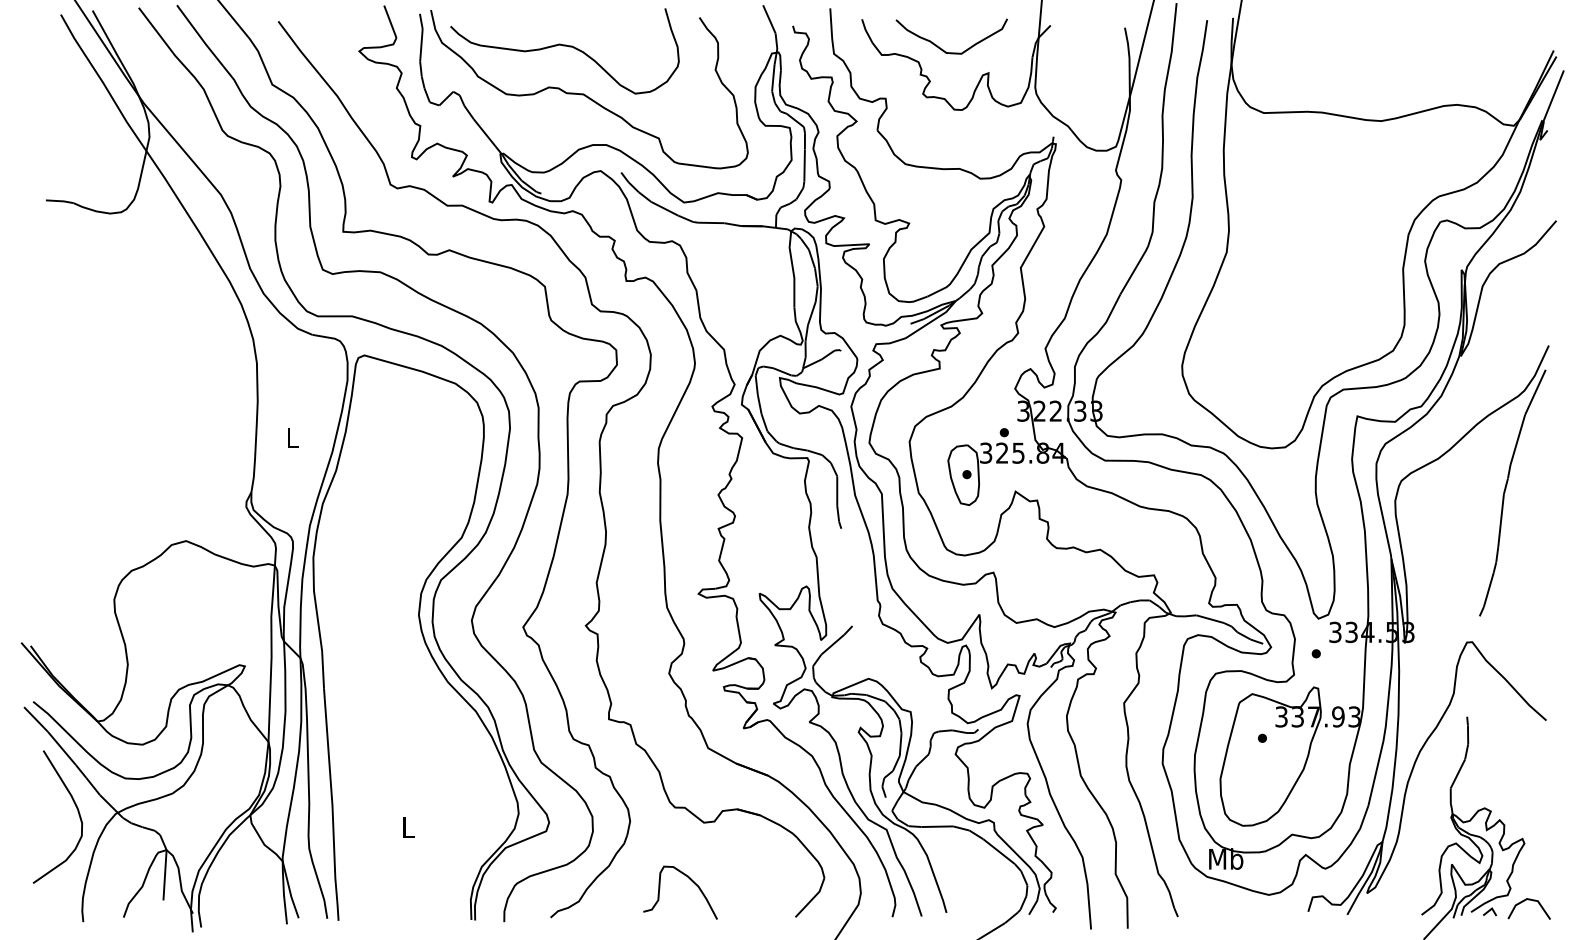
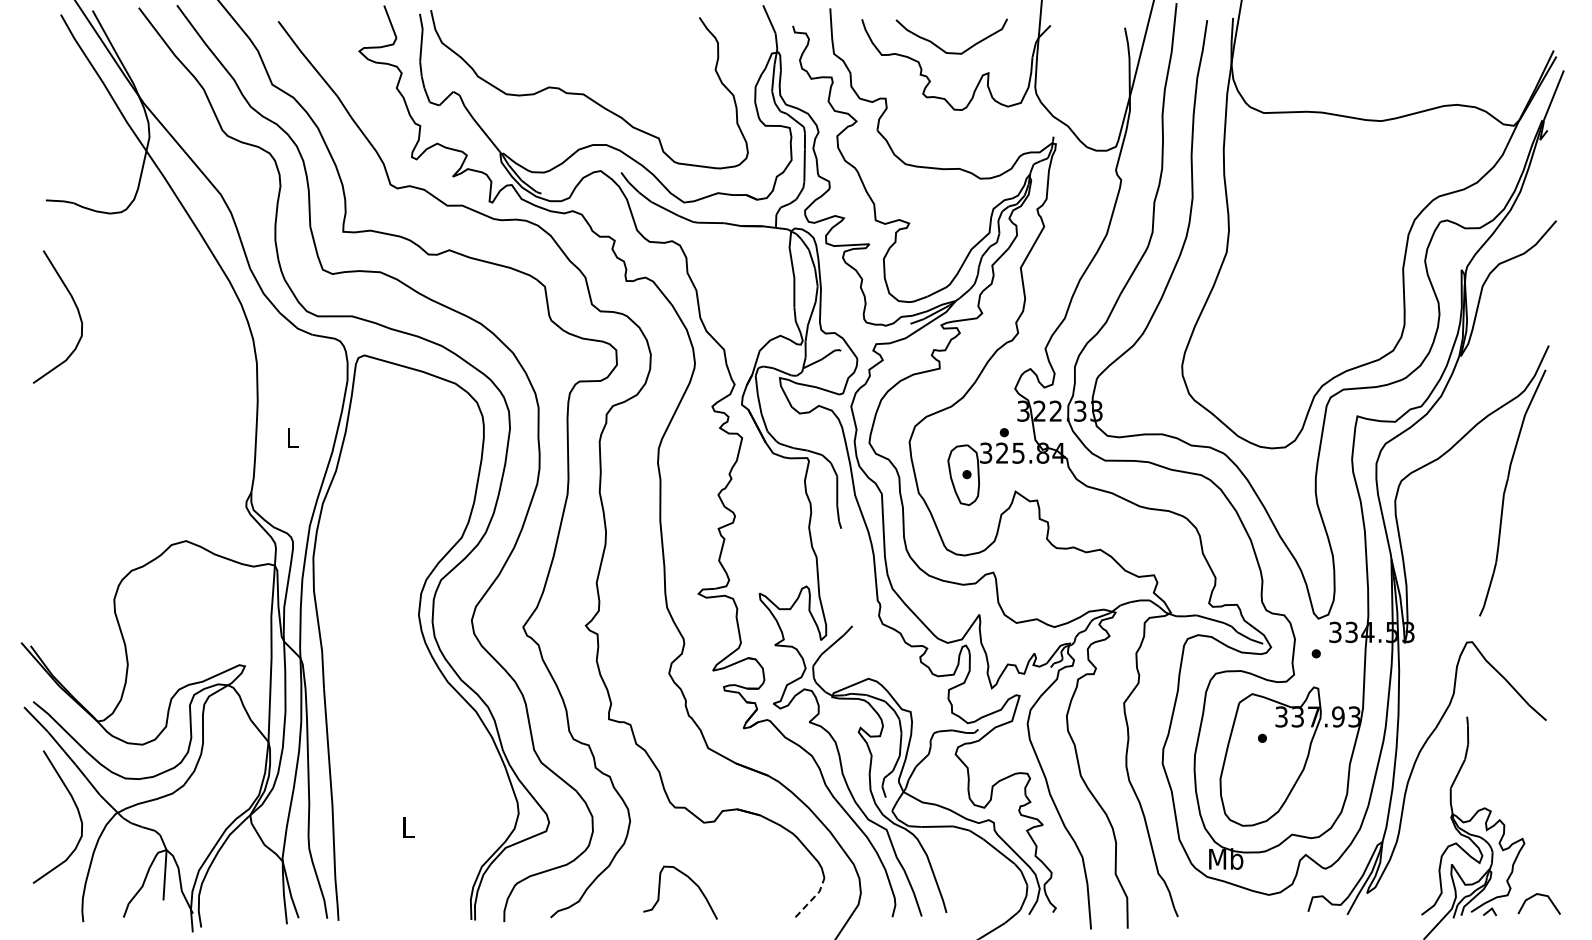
curve at (564, 46): present -> none
curve at (75, 306): none -> present
line at (812, 898): solid -> dashed
line at (1523, 902) position: (1523, 902) -> (1533, 897)
